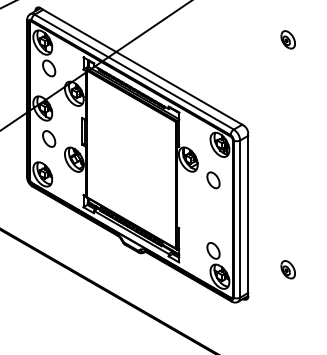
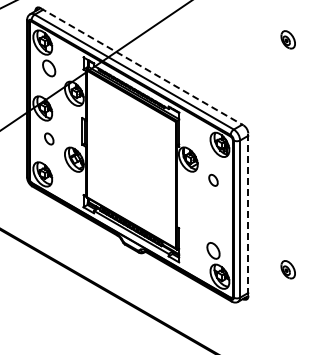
line at (142, 67): solid -> dashed
part at (49, 138) size: 15x18 px -> 11x14 px
part at (213, 180) size: 15x19 px -> 11x14 px
line at (248, 215): solid -> dashed
